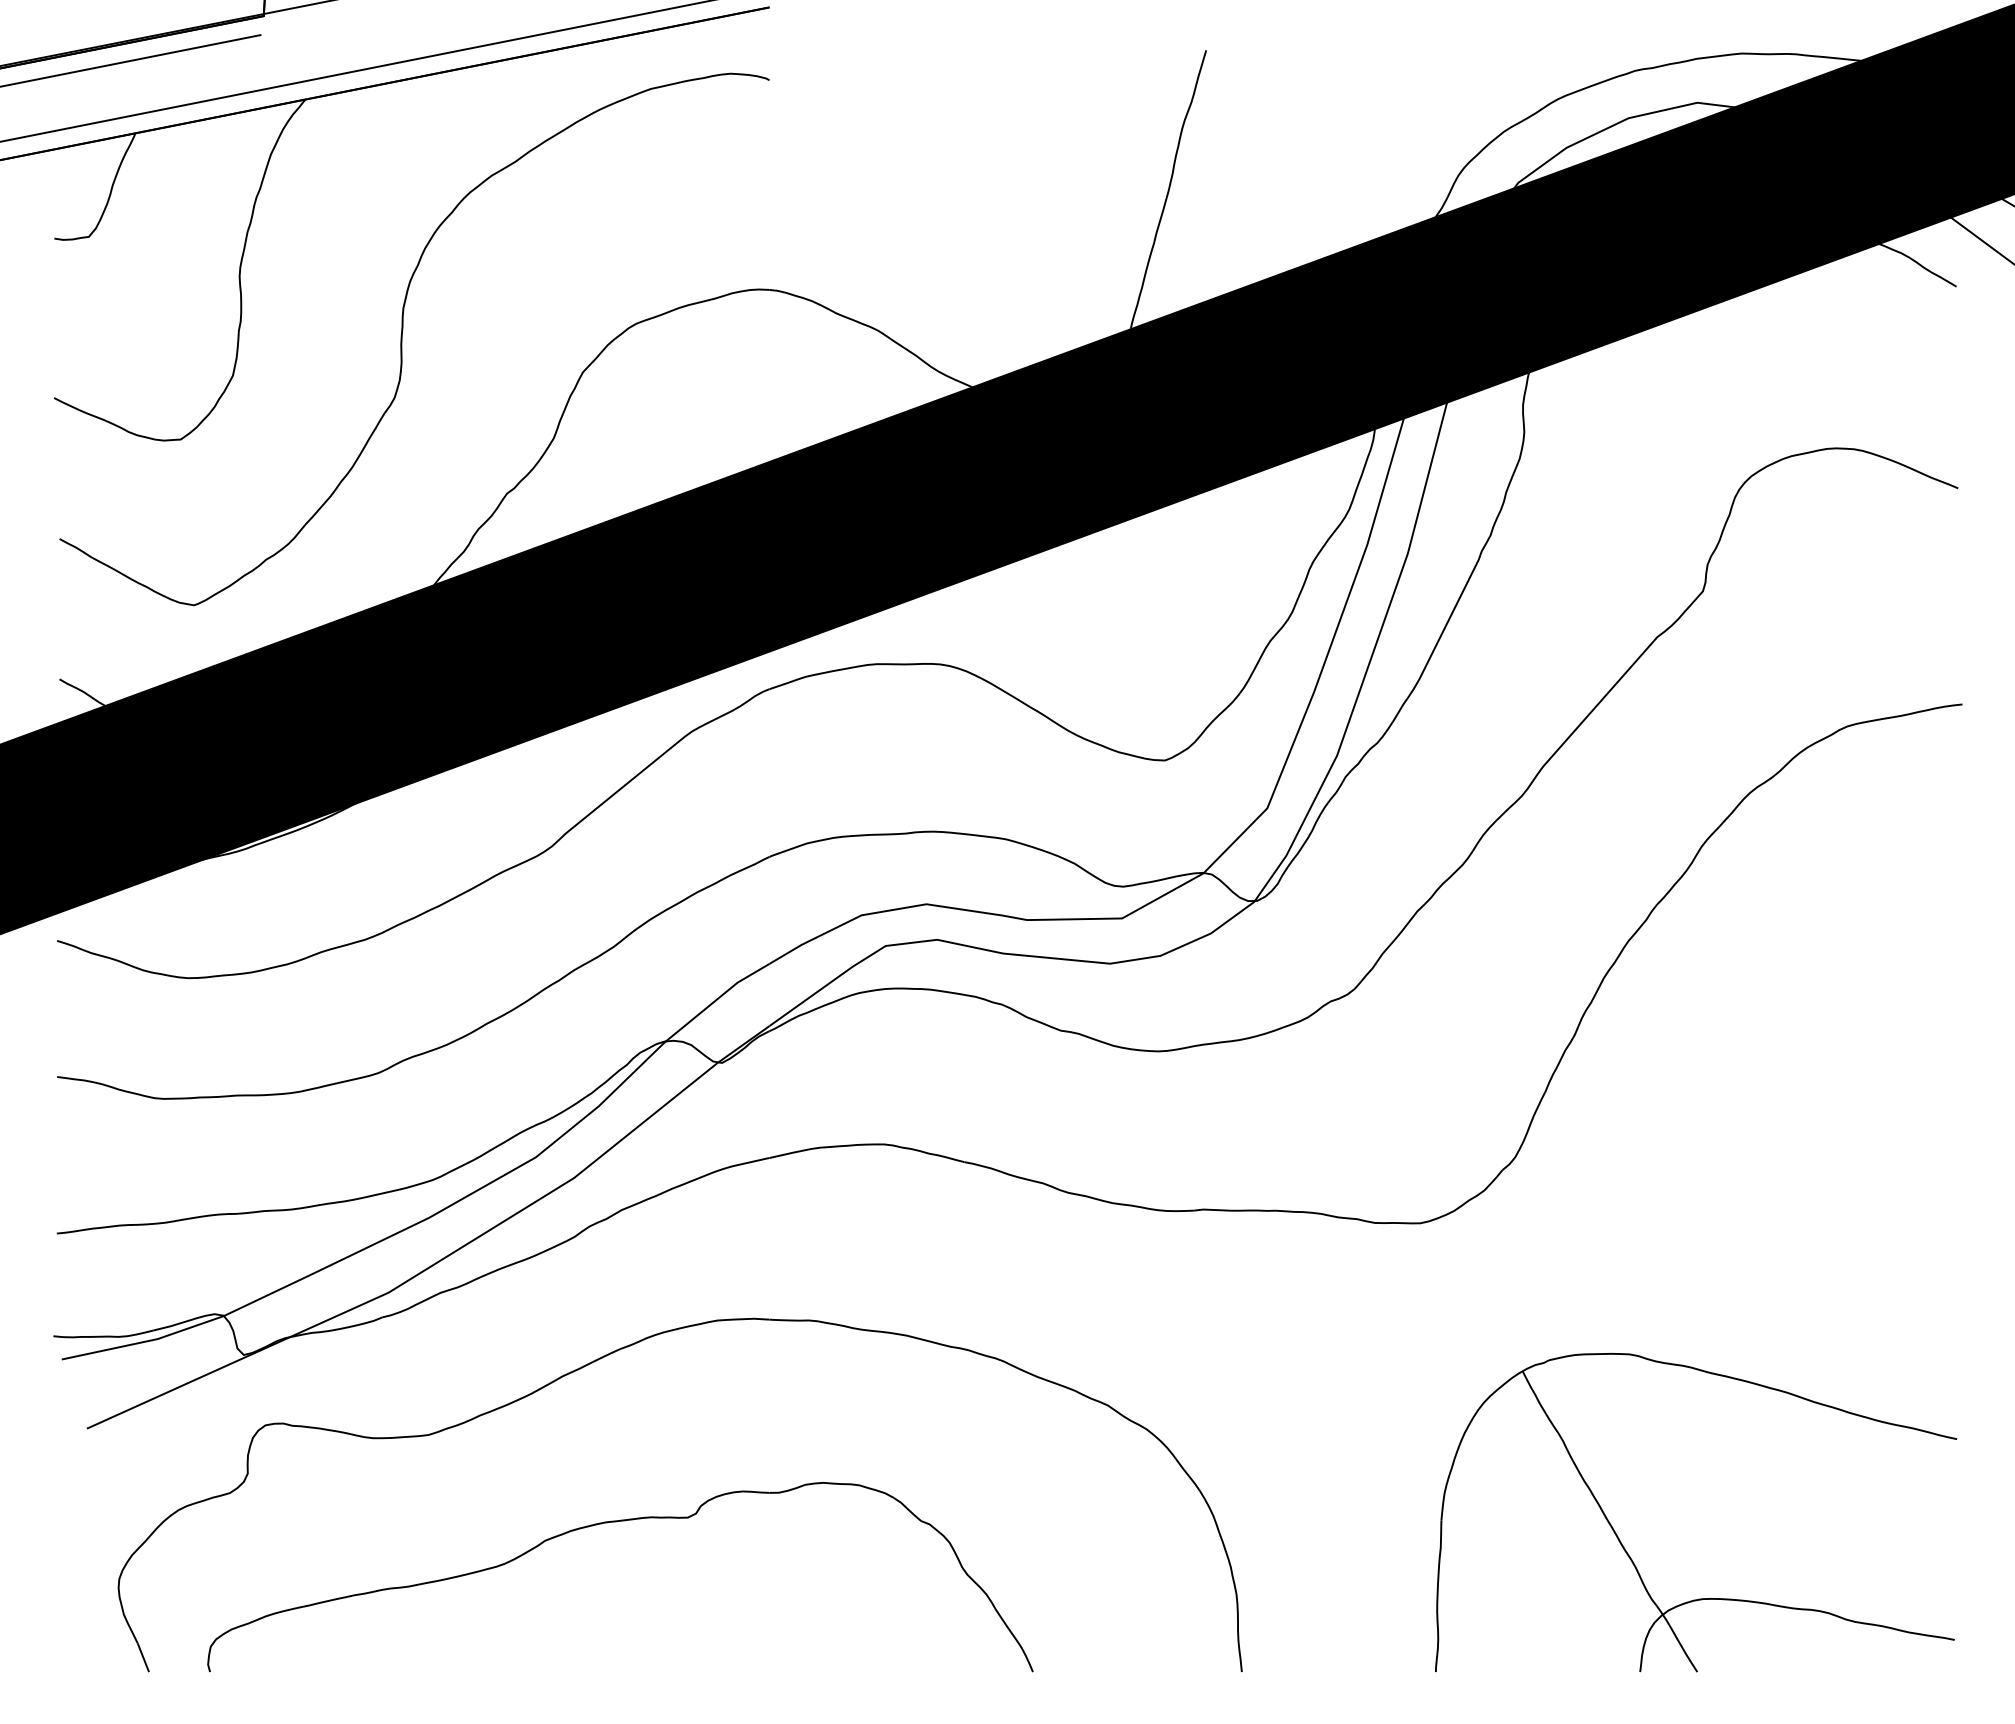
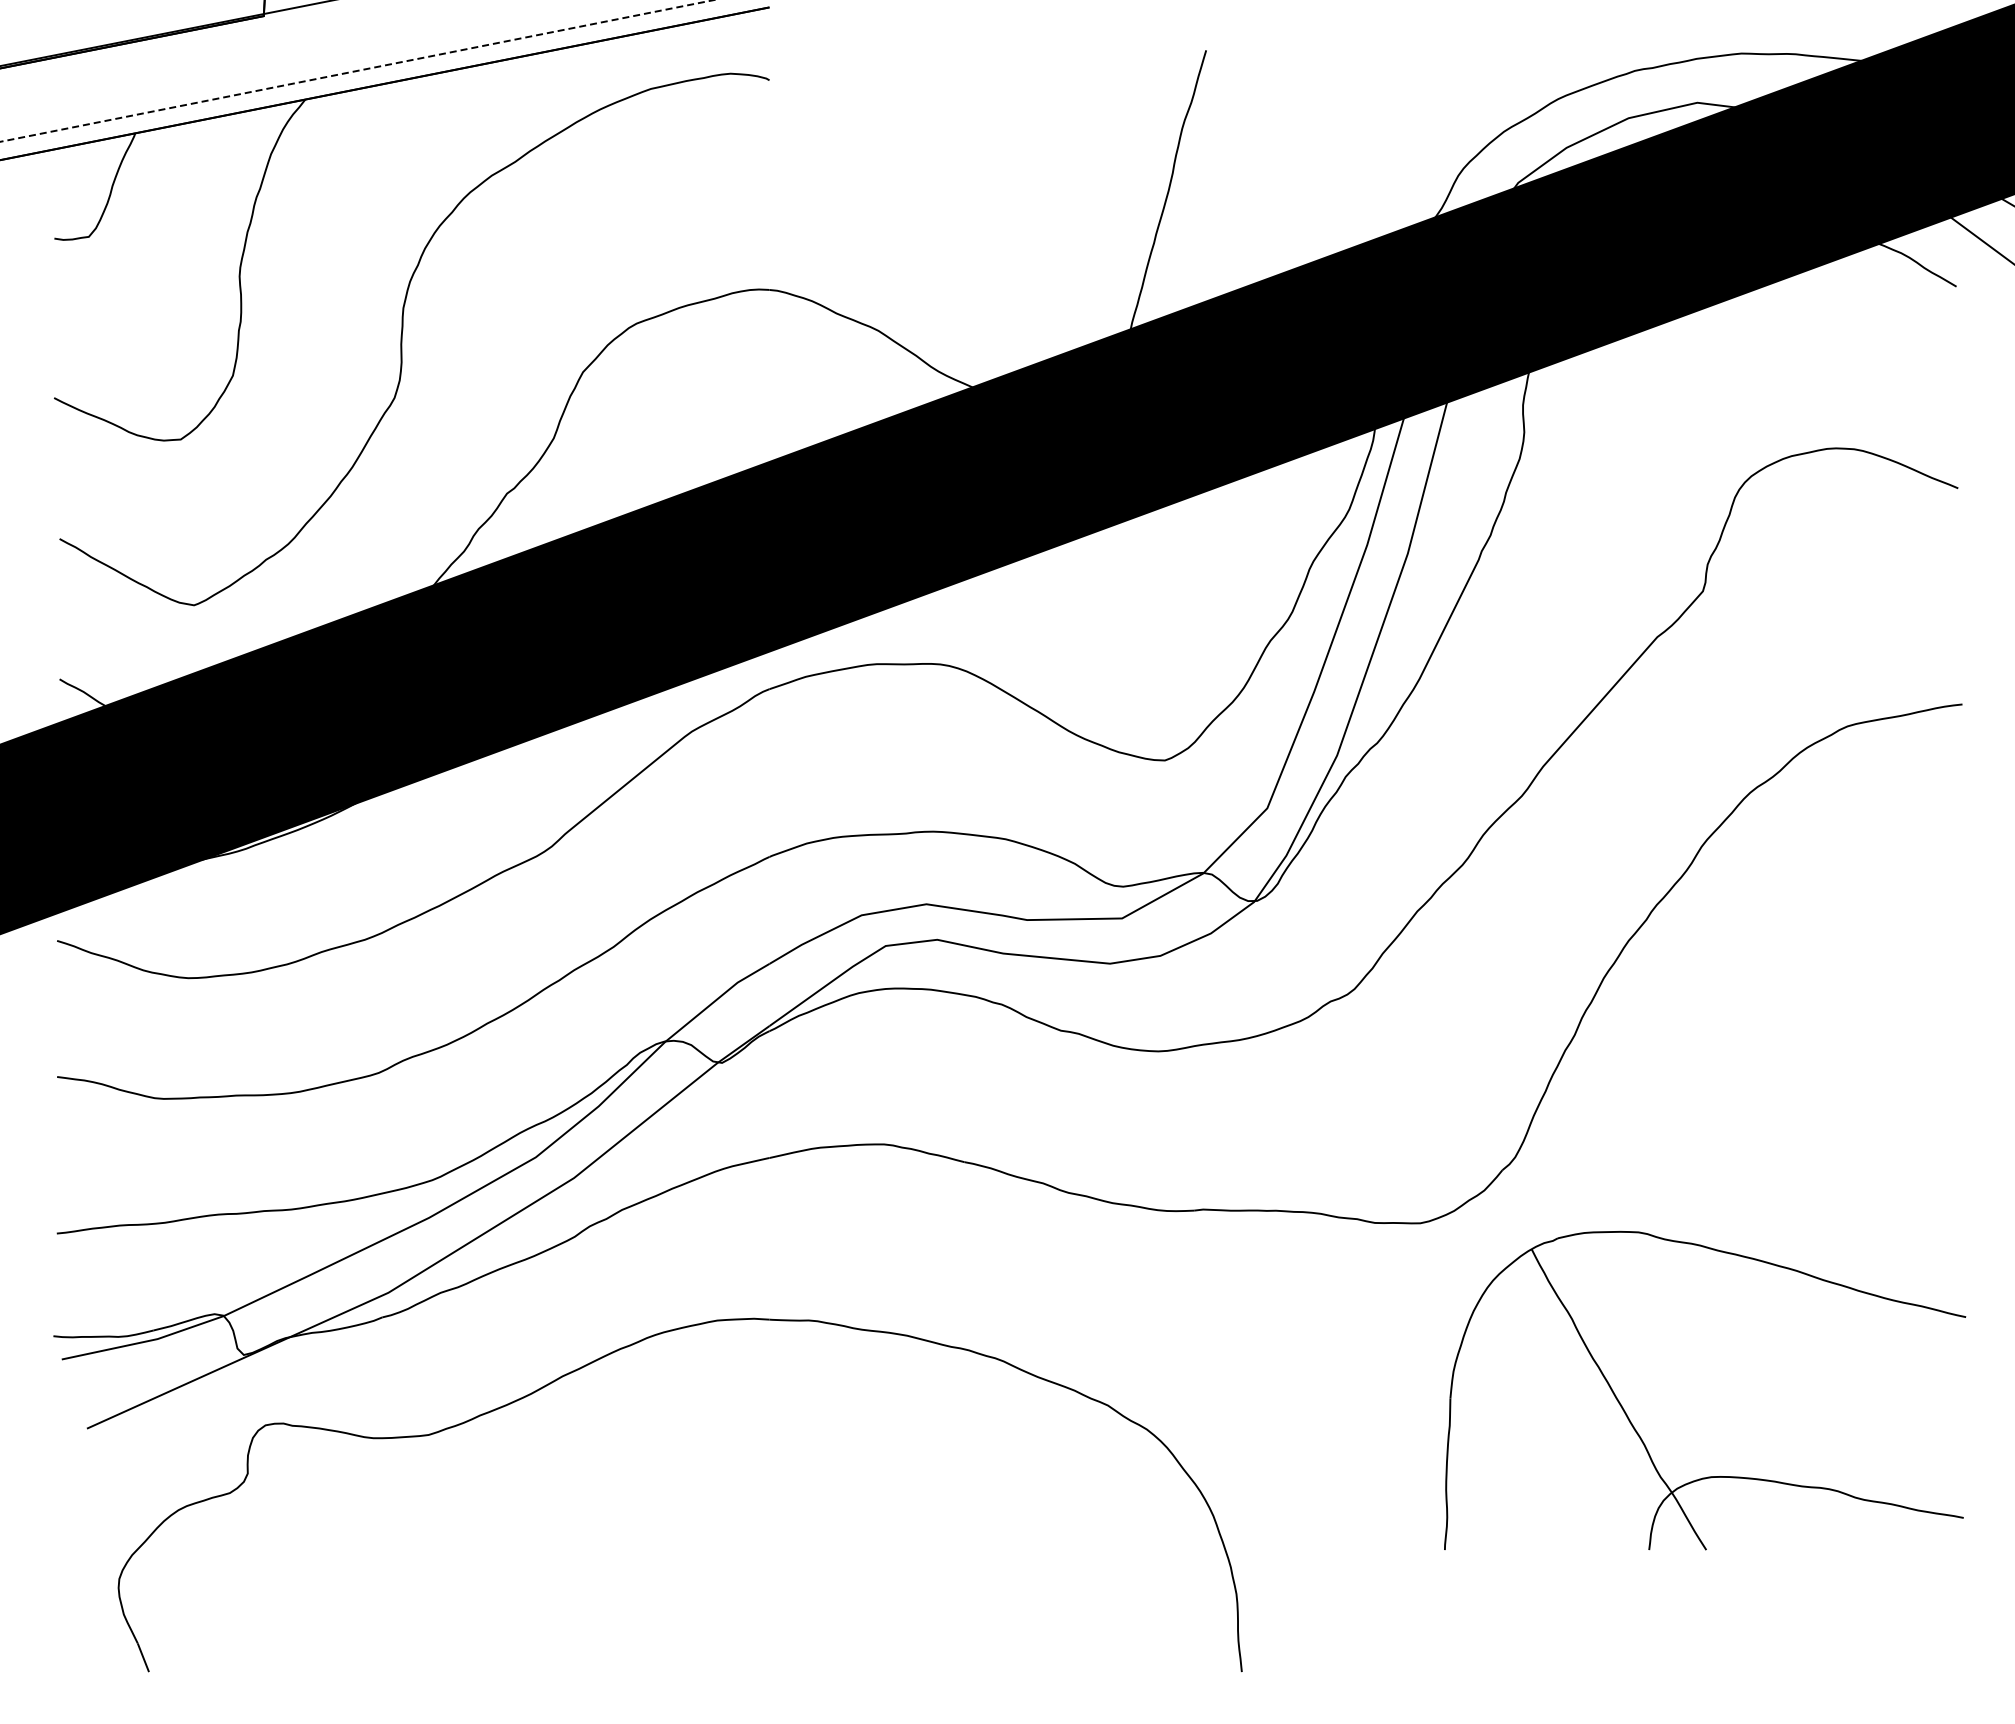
line at (131, 60): present -> none
line at (356, 71): solid -> dashed
part at (616, 1522): present -> none
part at (1630, 1556) position: (1630, 1556) -> (1639, 1434)
